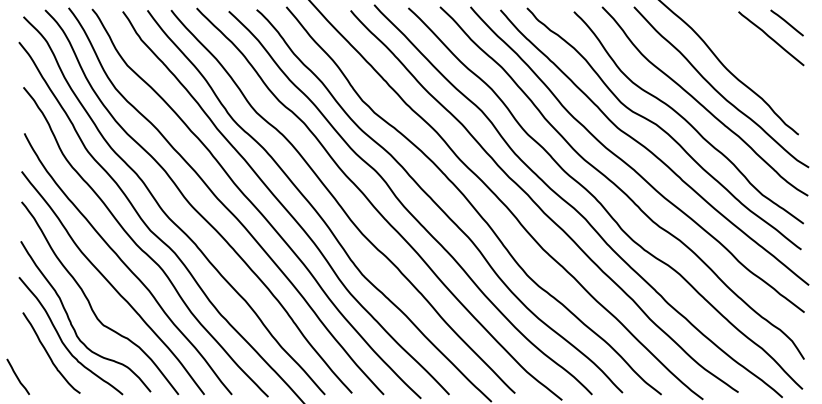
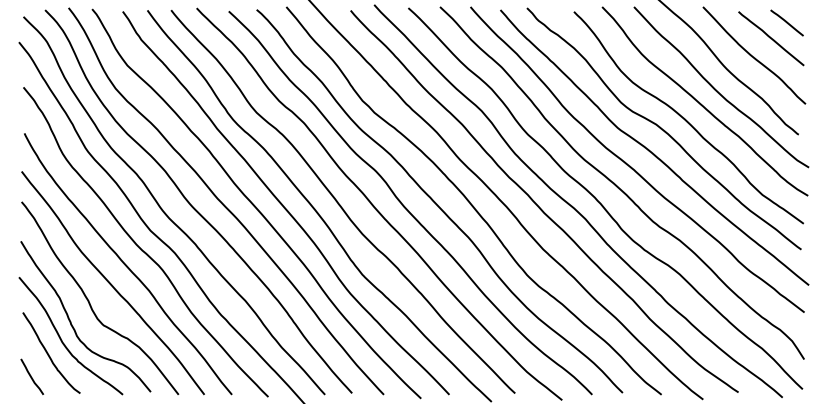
curve at (753, 56): none -> present
curve at (17, 376) position: (17, 376) -> (31, 376)
